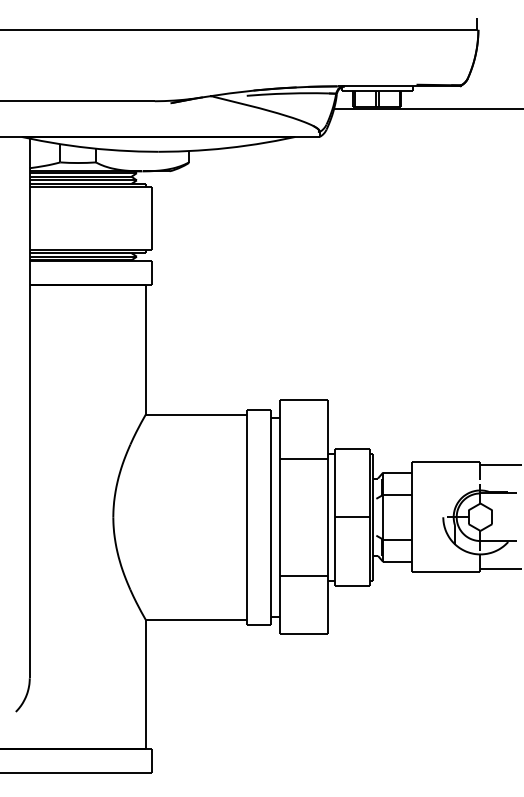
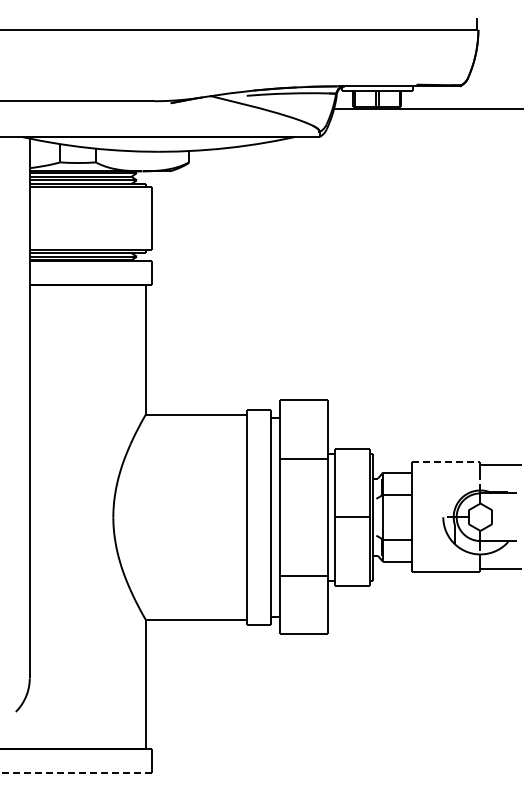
line at (446, 462): solid -> dashed
line at (75, 773): solid -> dashed
